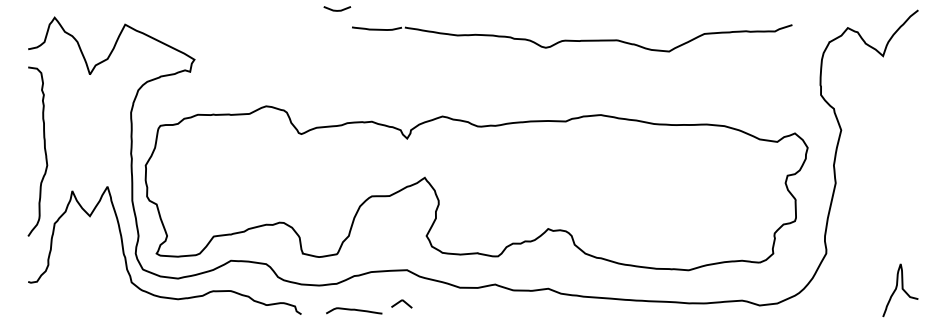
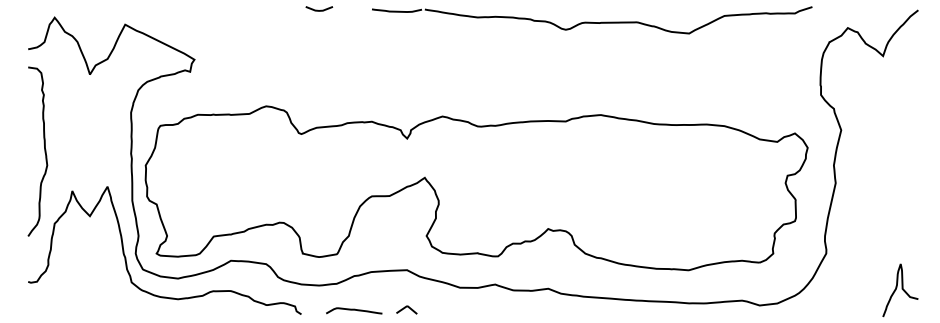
line at (338, 9) position: (338, 9) -> (320, 9)
part at (572, 38) position: (572, 38) -> (592, 20)
curve at (400, 302) position: (400, 302) -> (405, 308)
